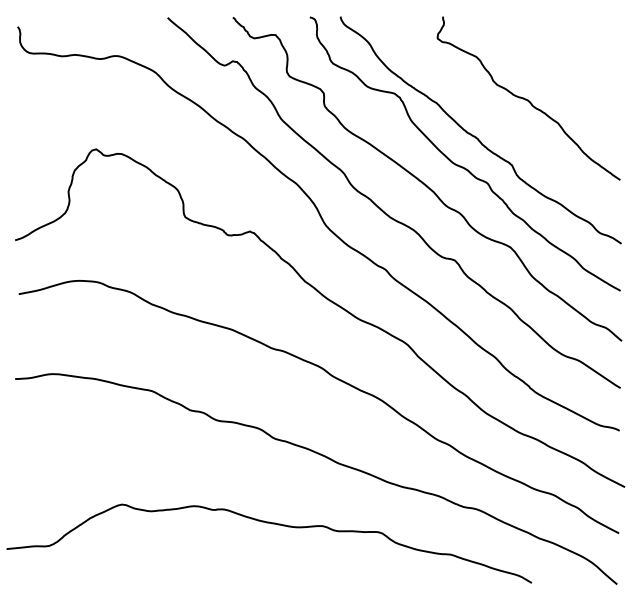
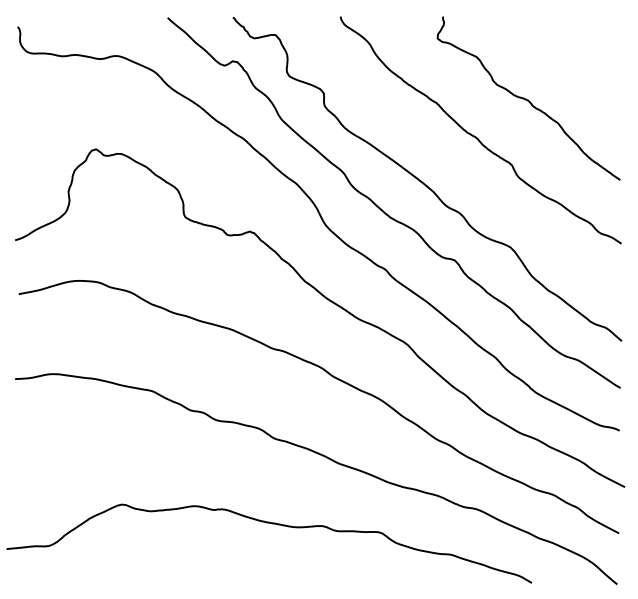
curve at (458, 164): present -> none
